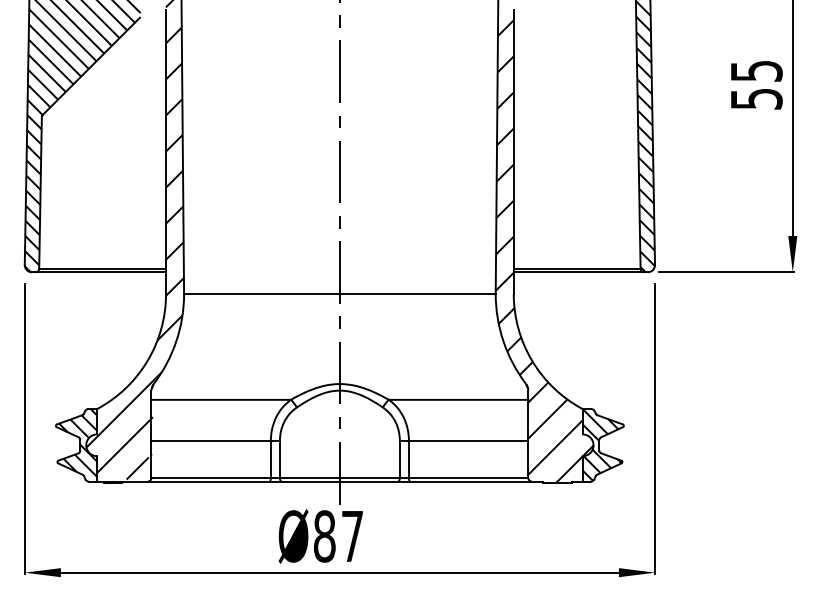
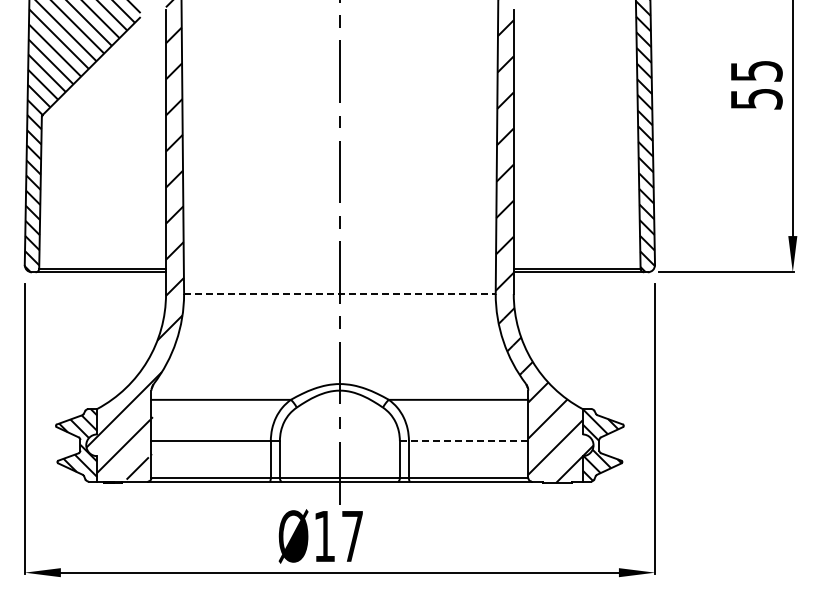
line at (339, 294): solid -> dashed
line at (463, 441): solid -> dashed
text at (324, 536): Ø87 -> Ø17
